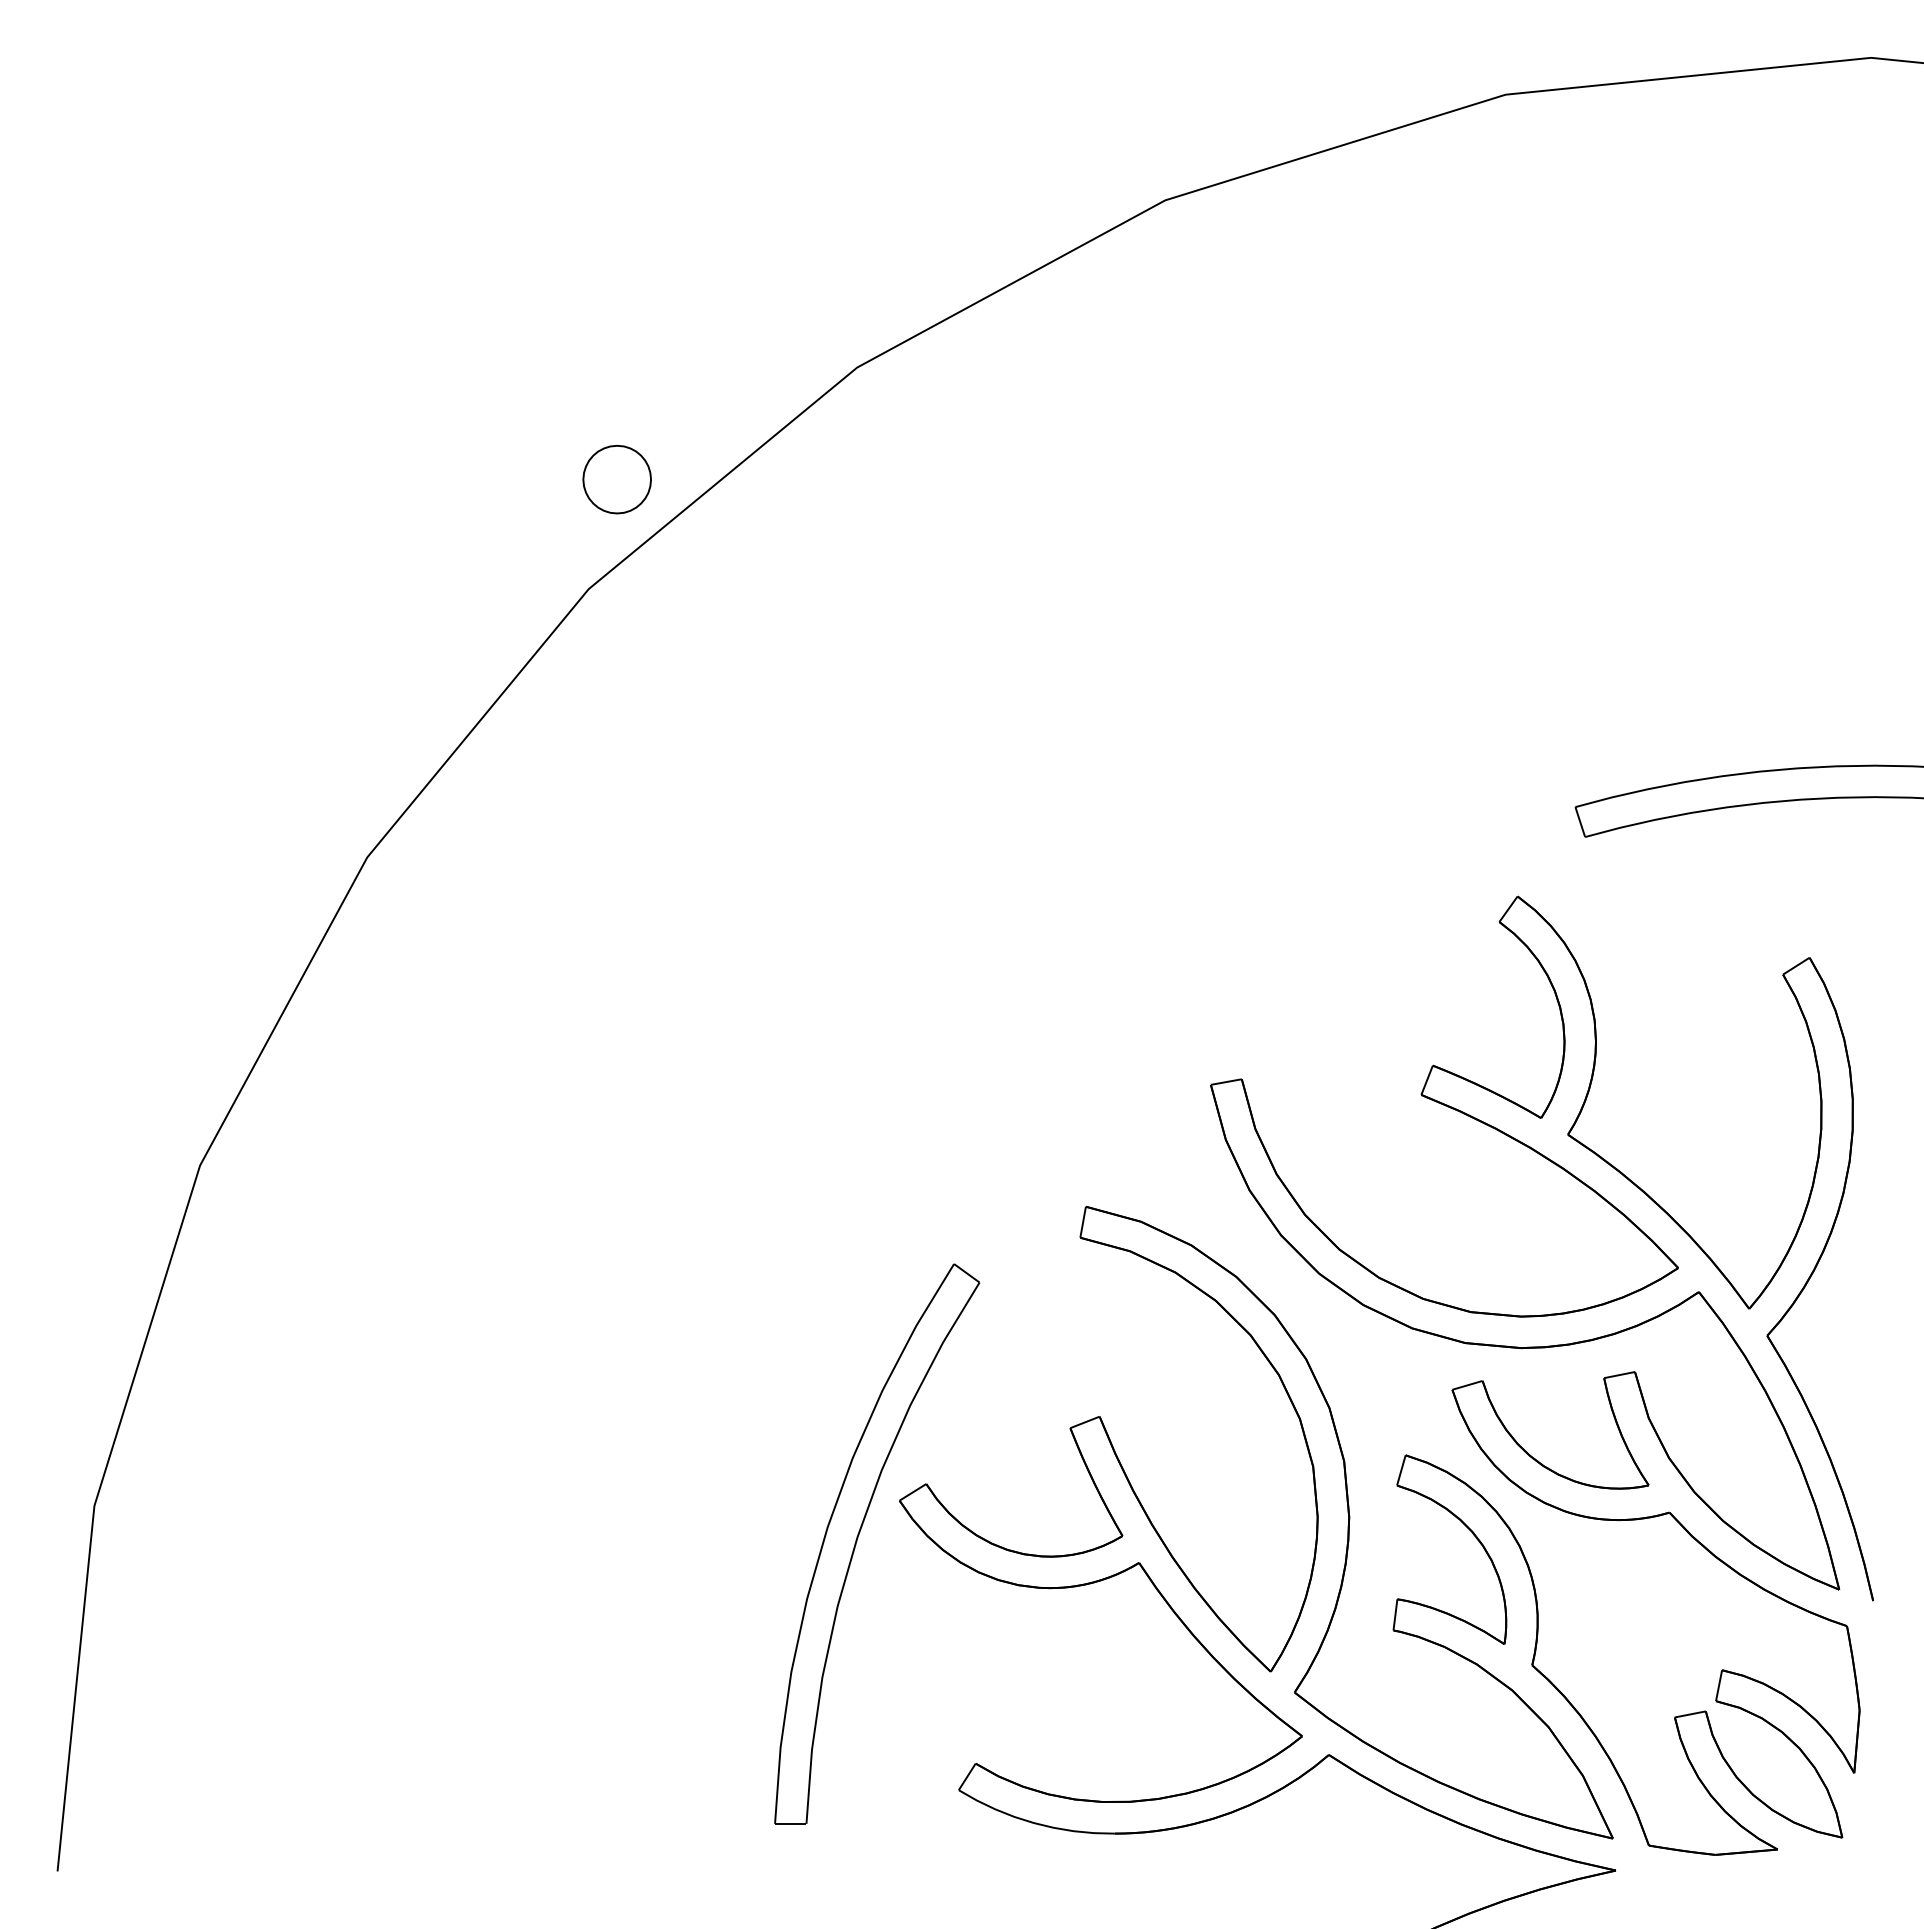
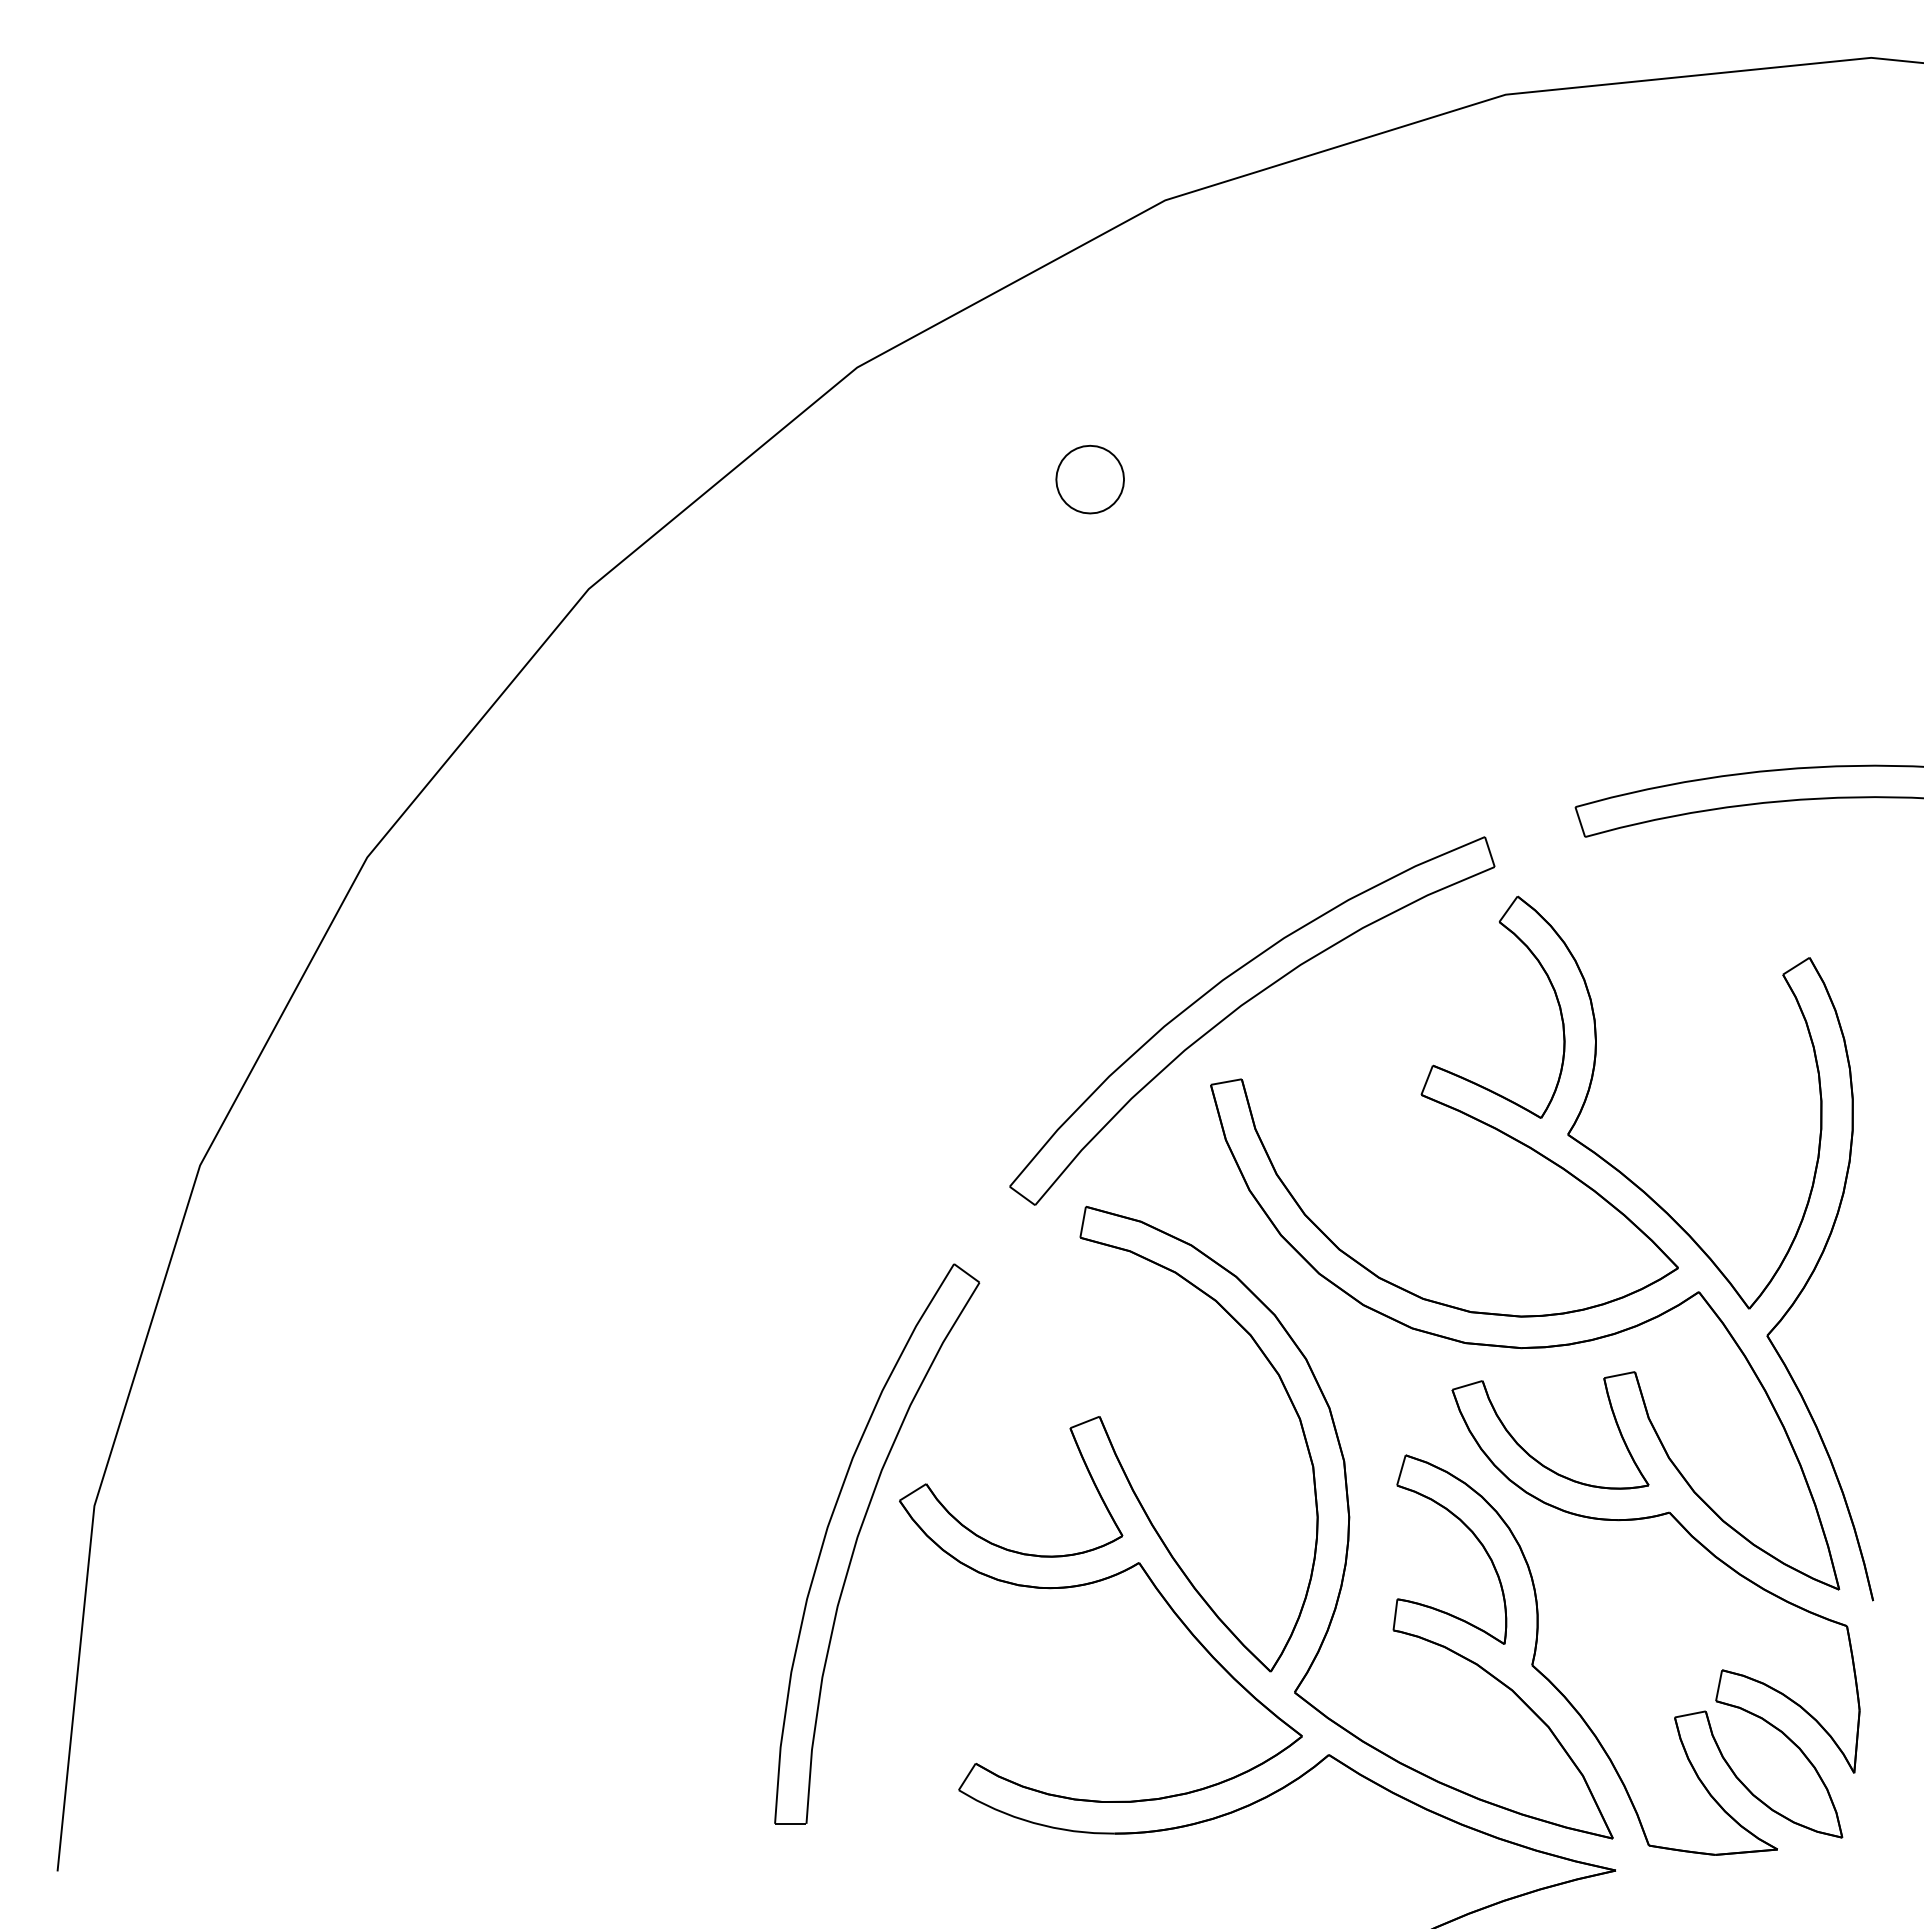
part at (616, 479) position: (616, 479) -> (1089, 479)
part at (1243, 1005): none -> present
